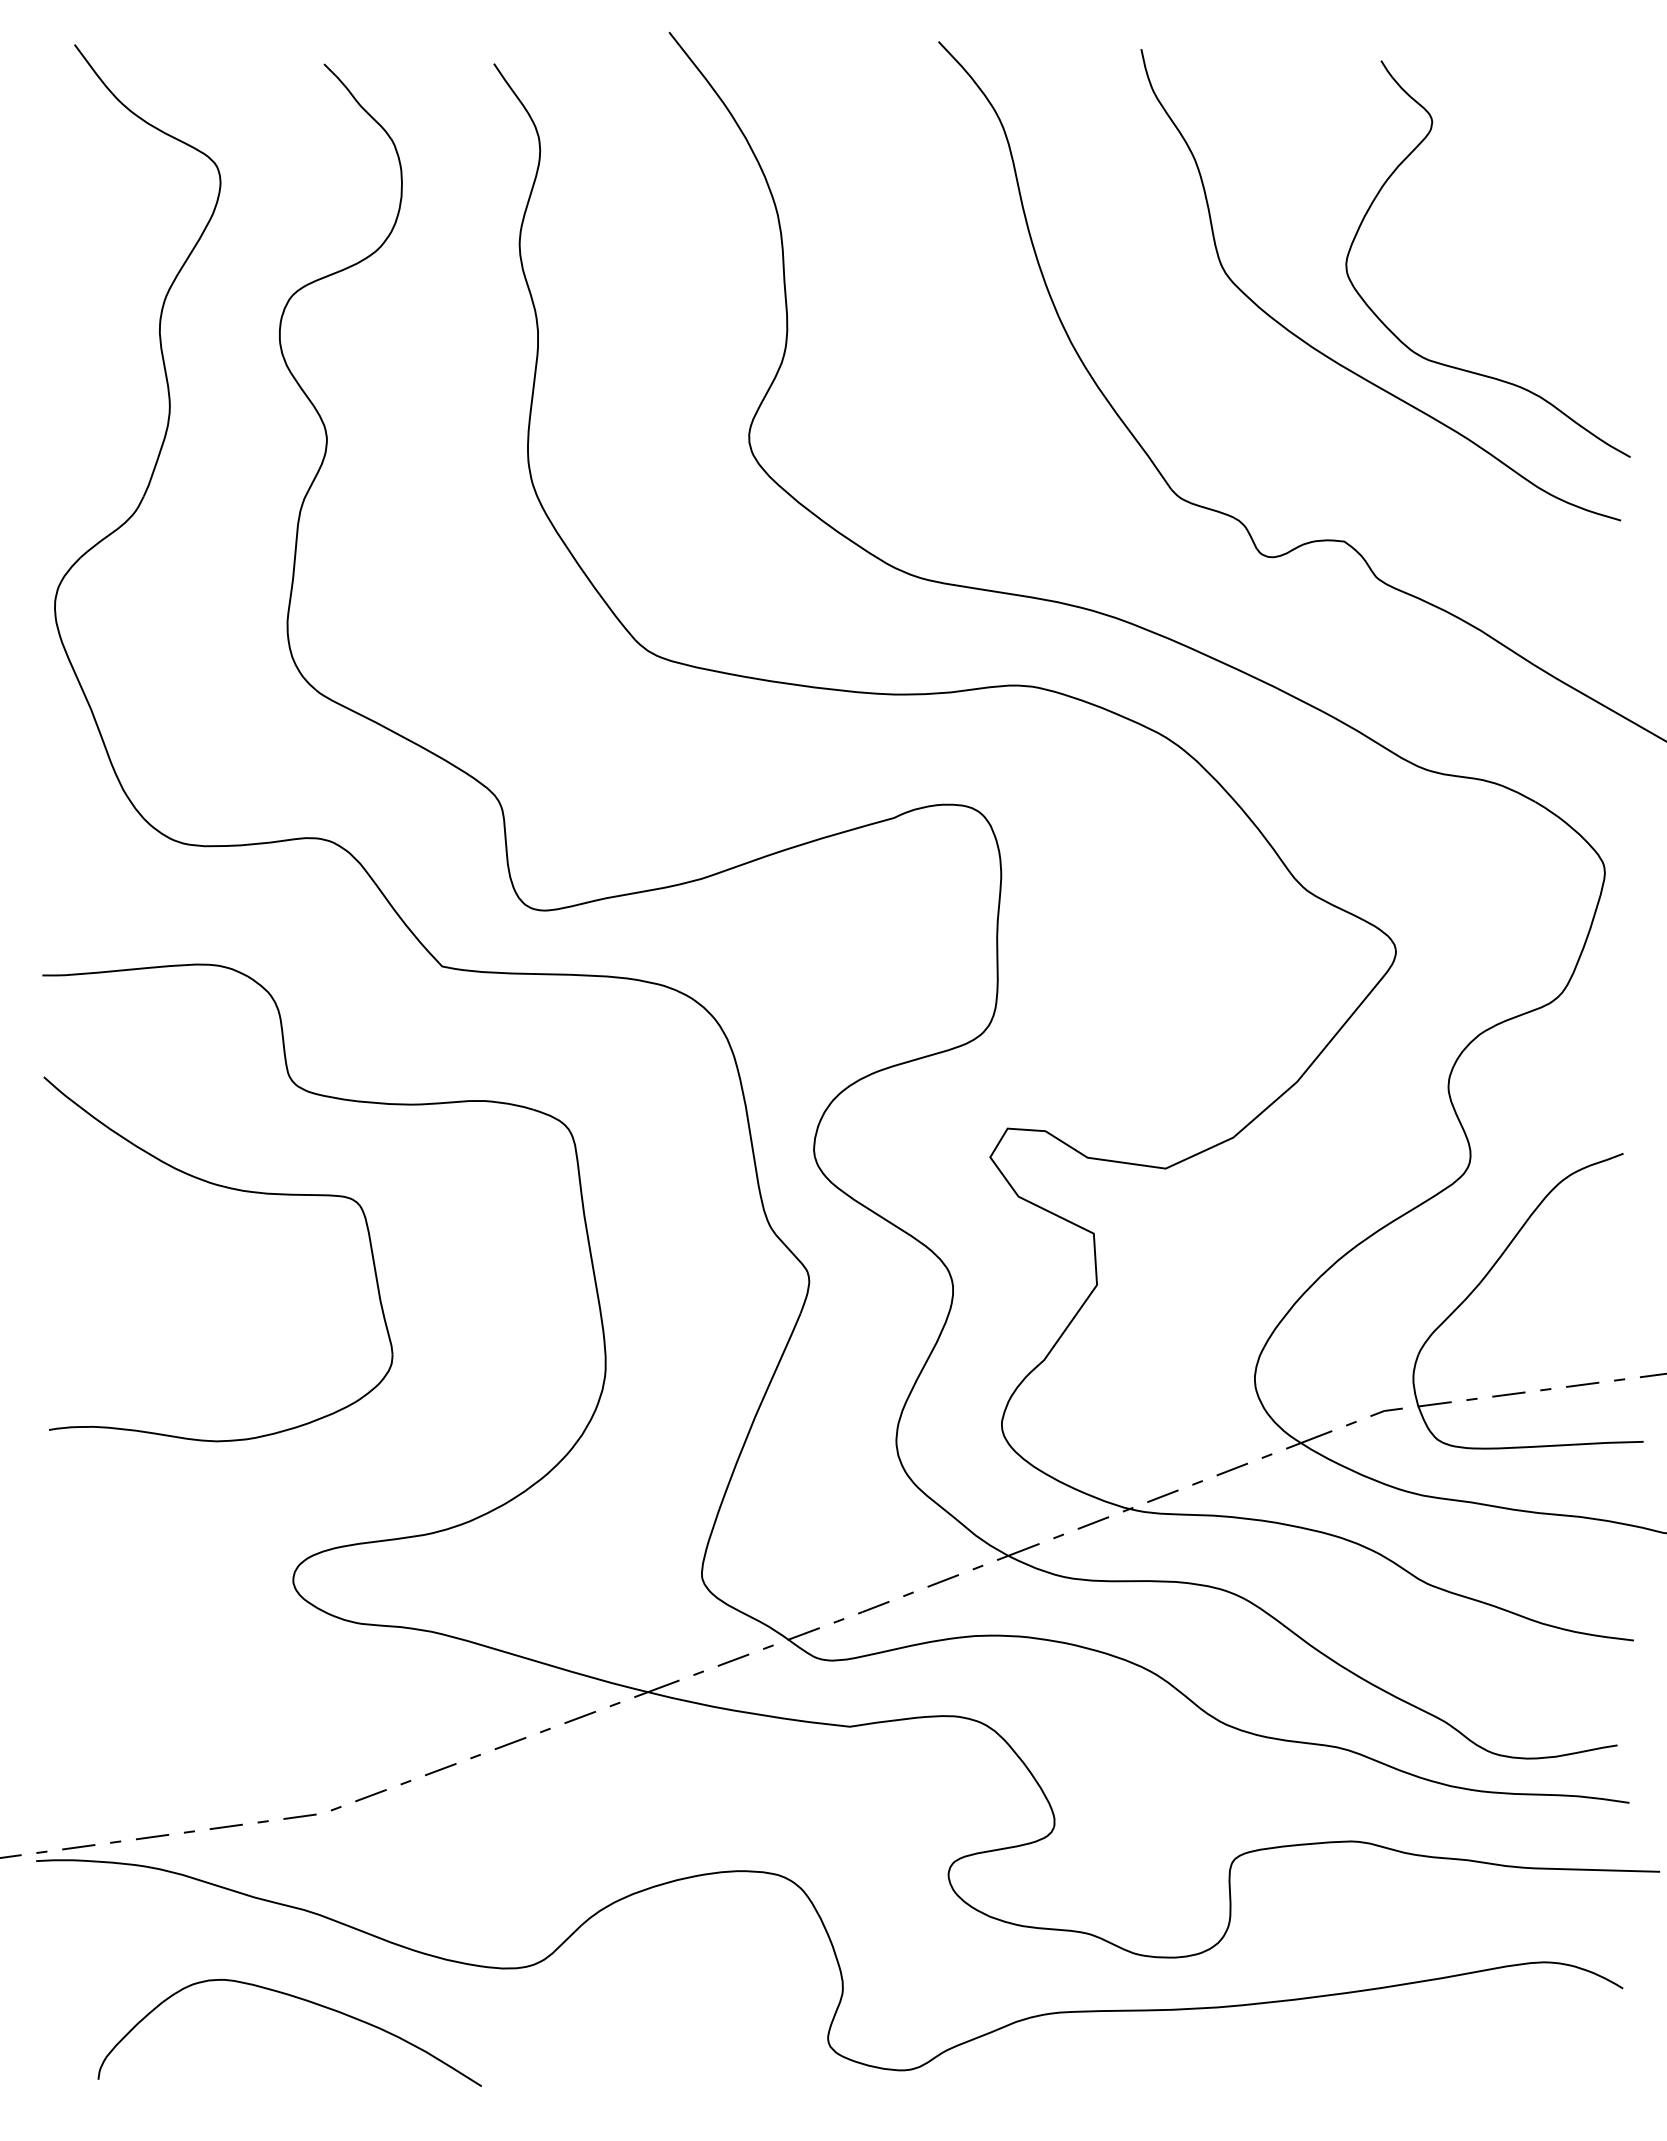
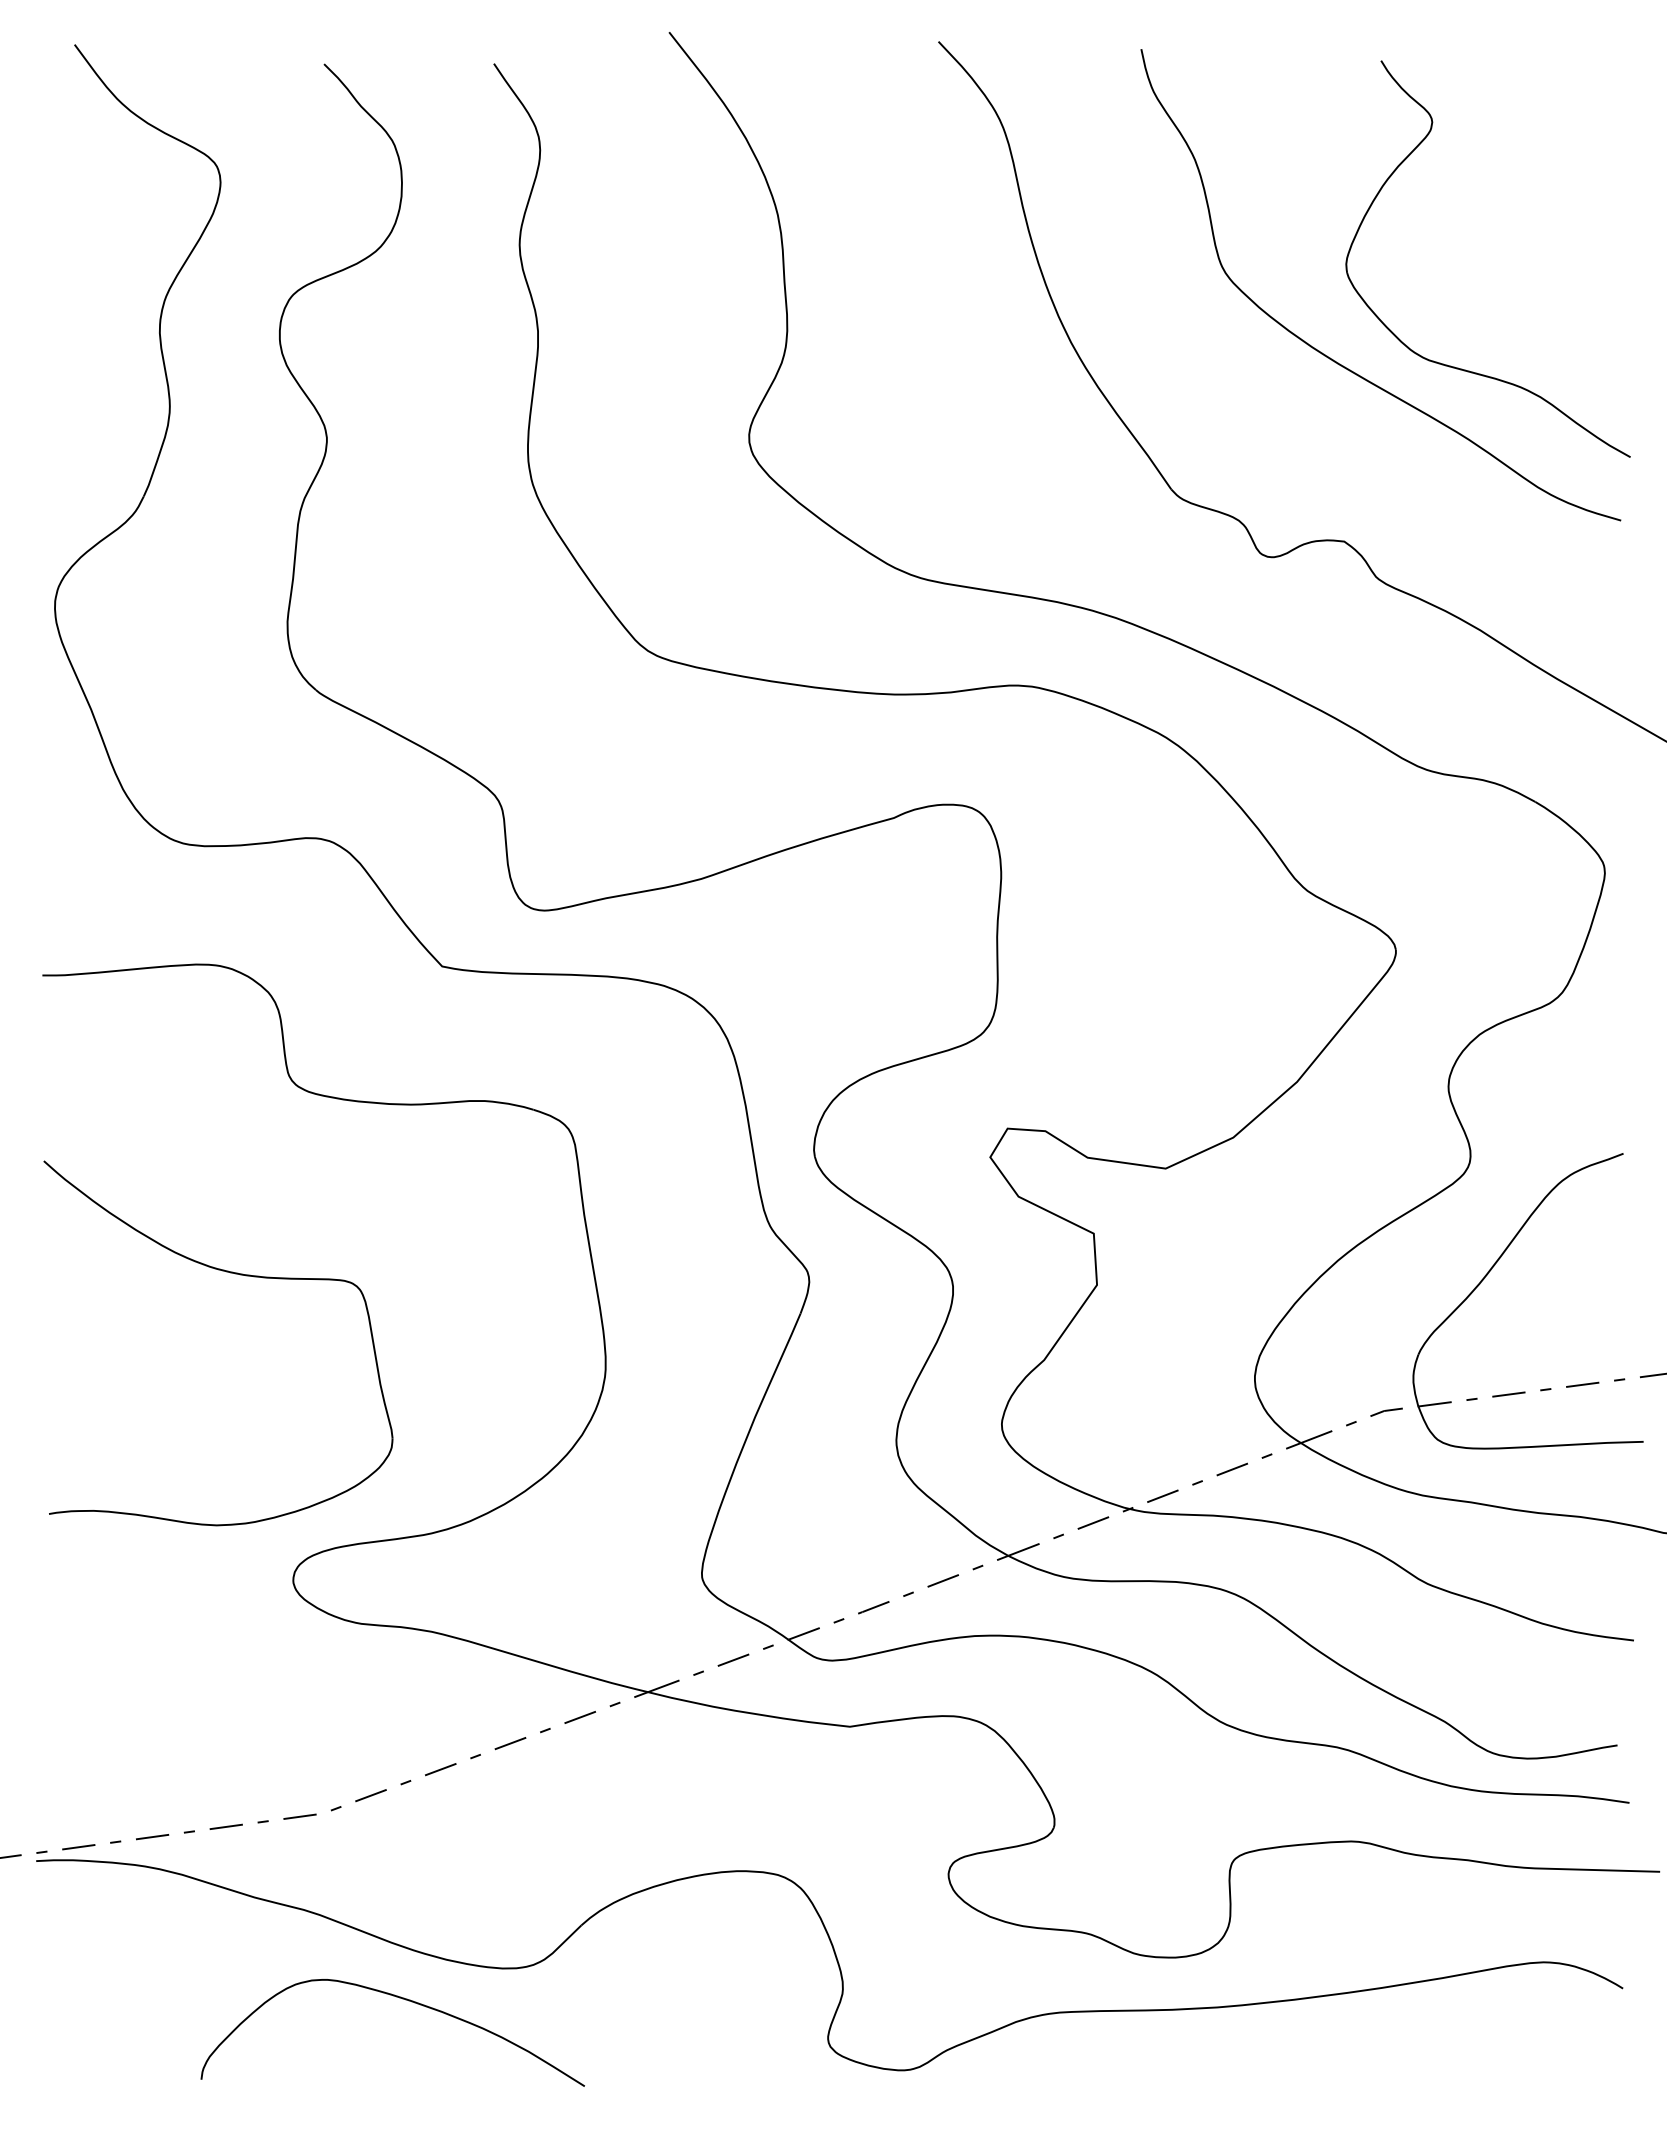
part at (230, 1189) position: (230, 1189) -> (230, 1273)
curve at (299, 1999) position: (299, 1999) -> (402, 1999)
